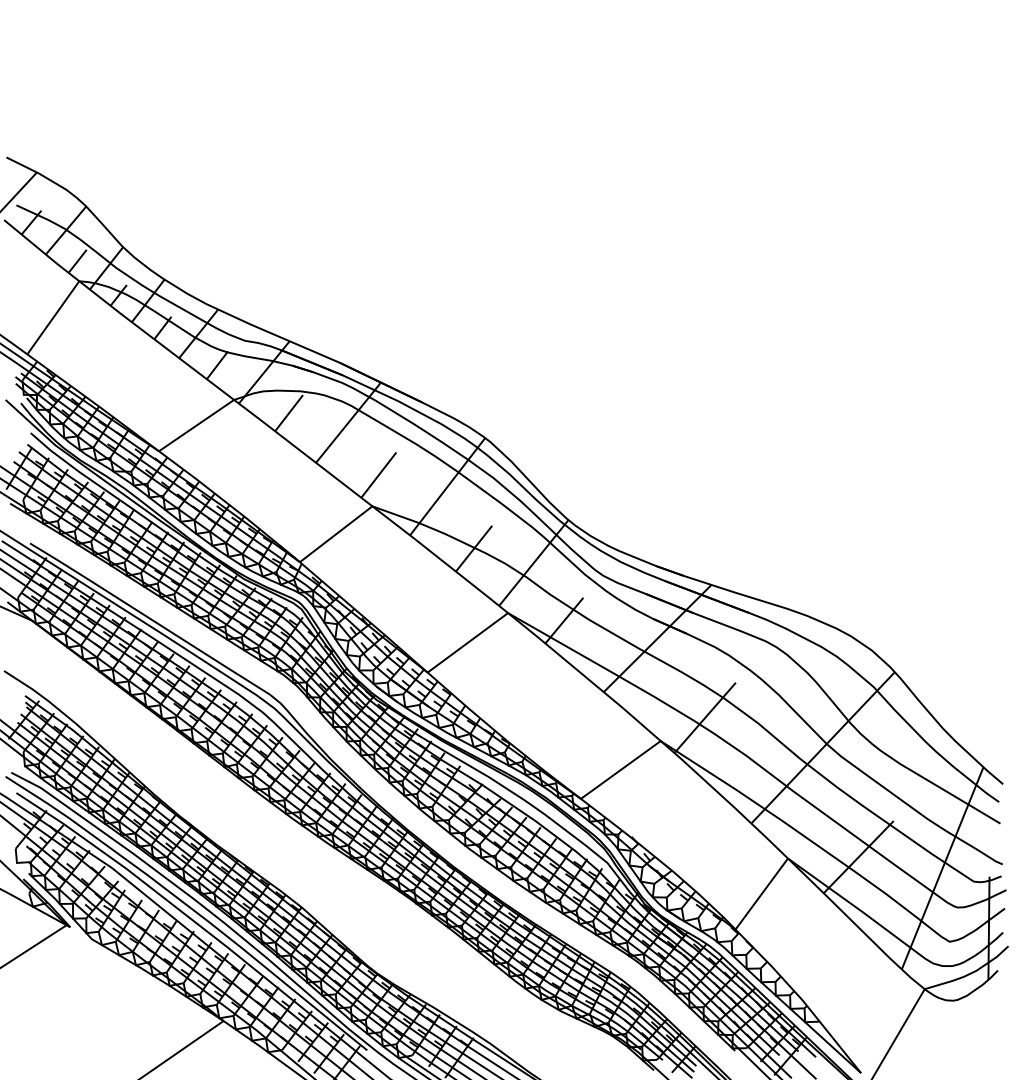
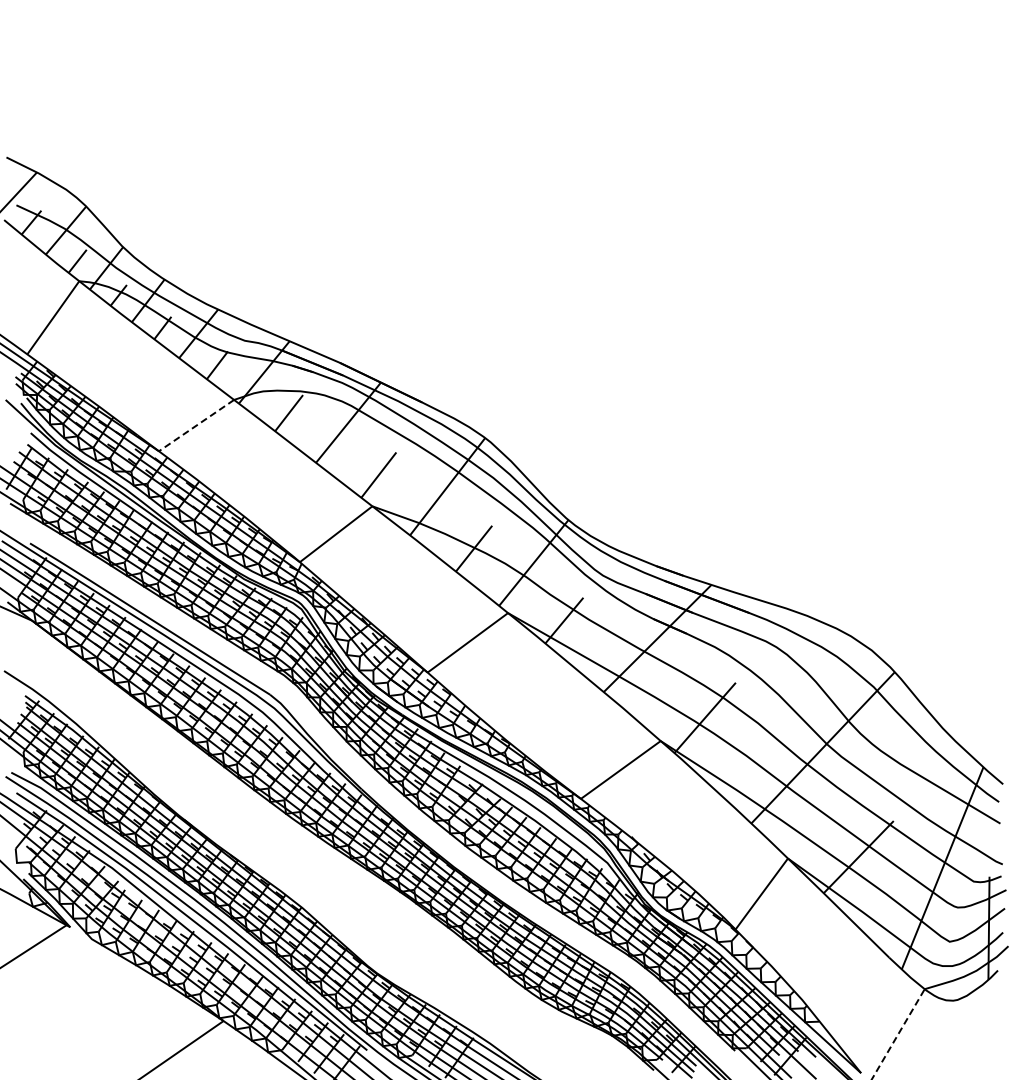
line at (196, 425): solid -> dashed
line at (898, 1033): solid -> dashed
